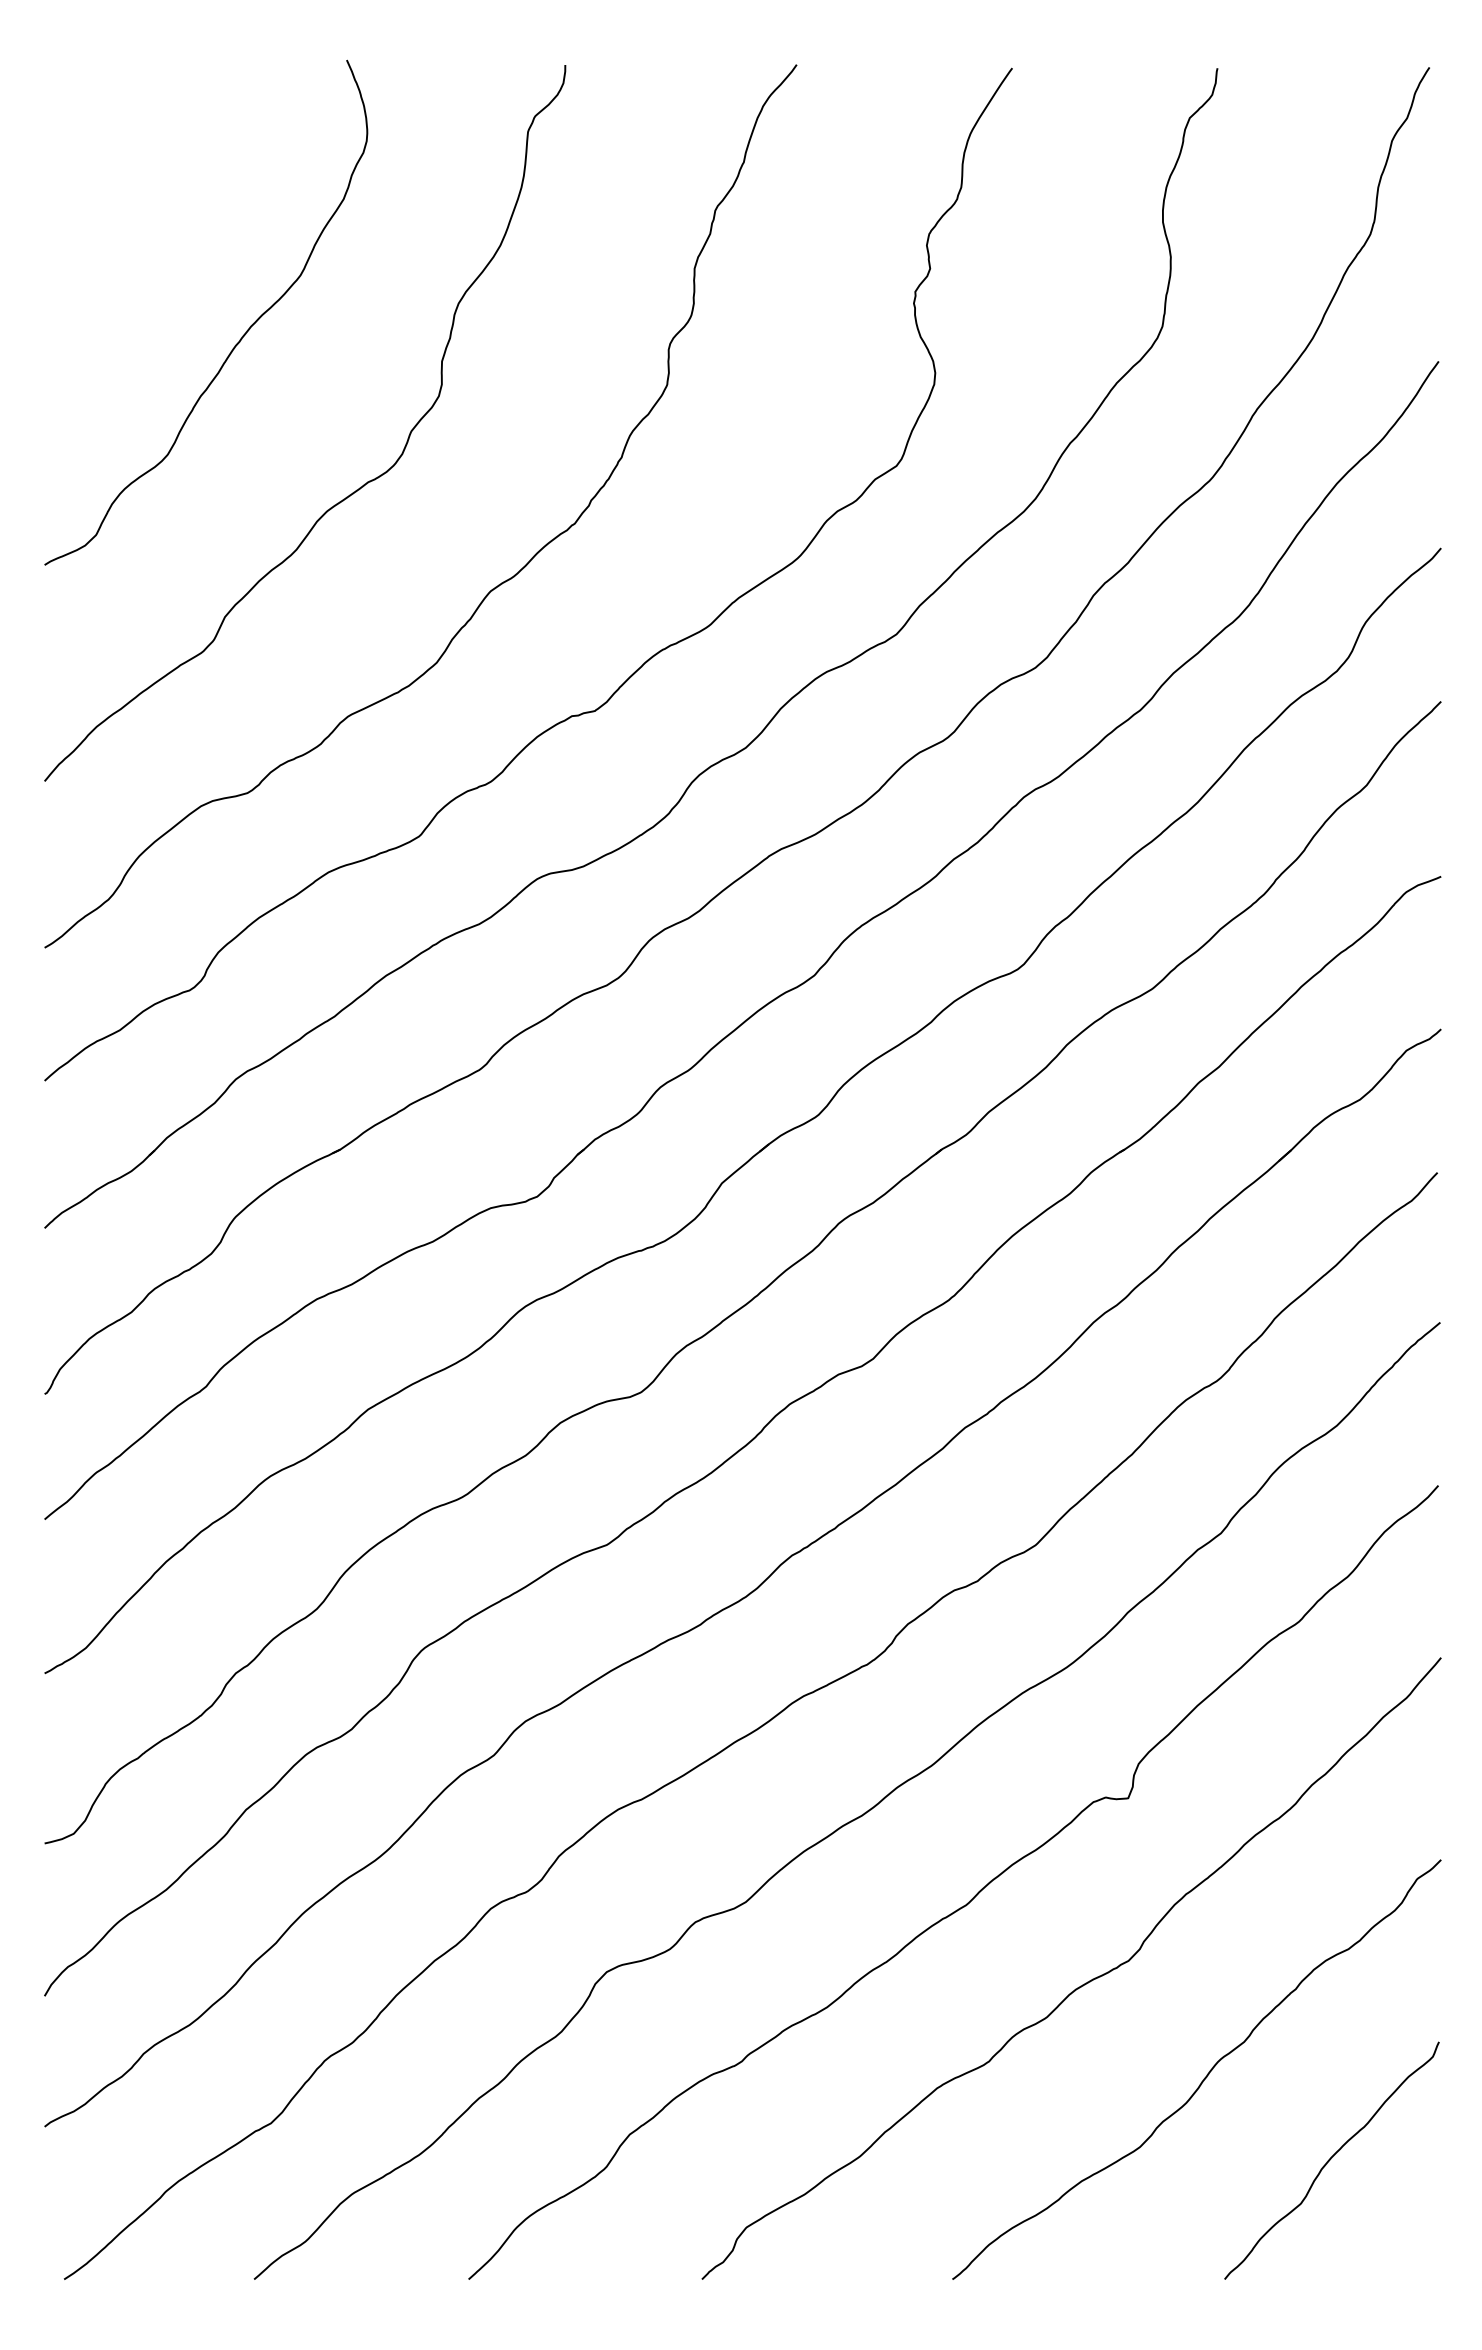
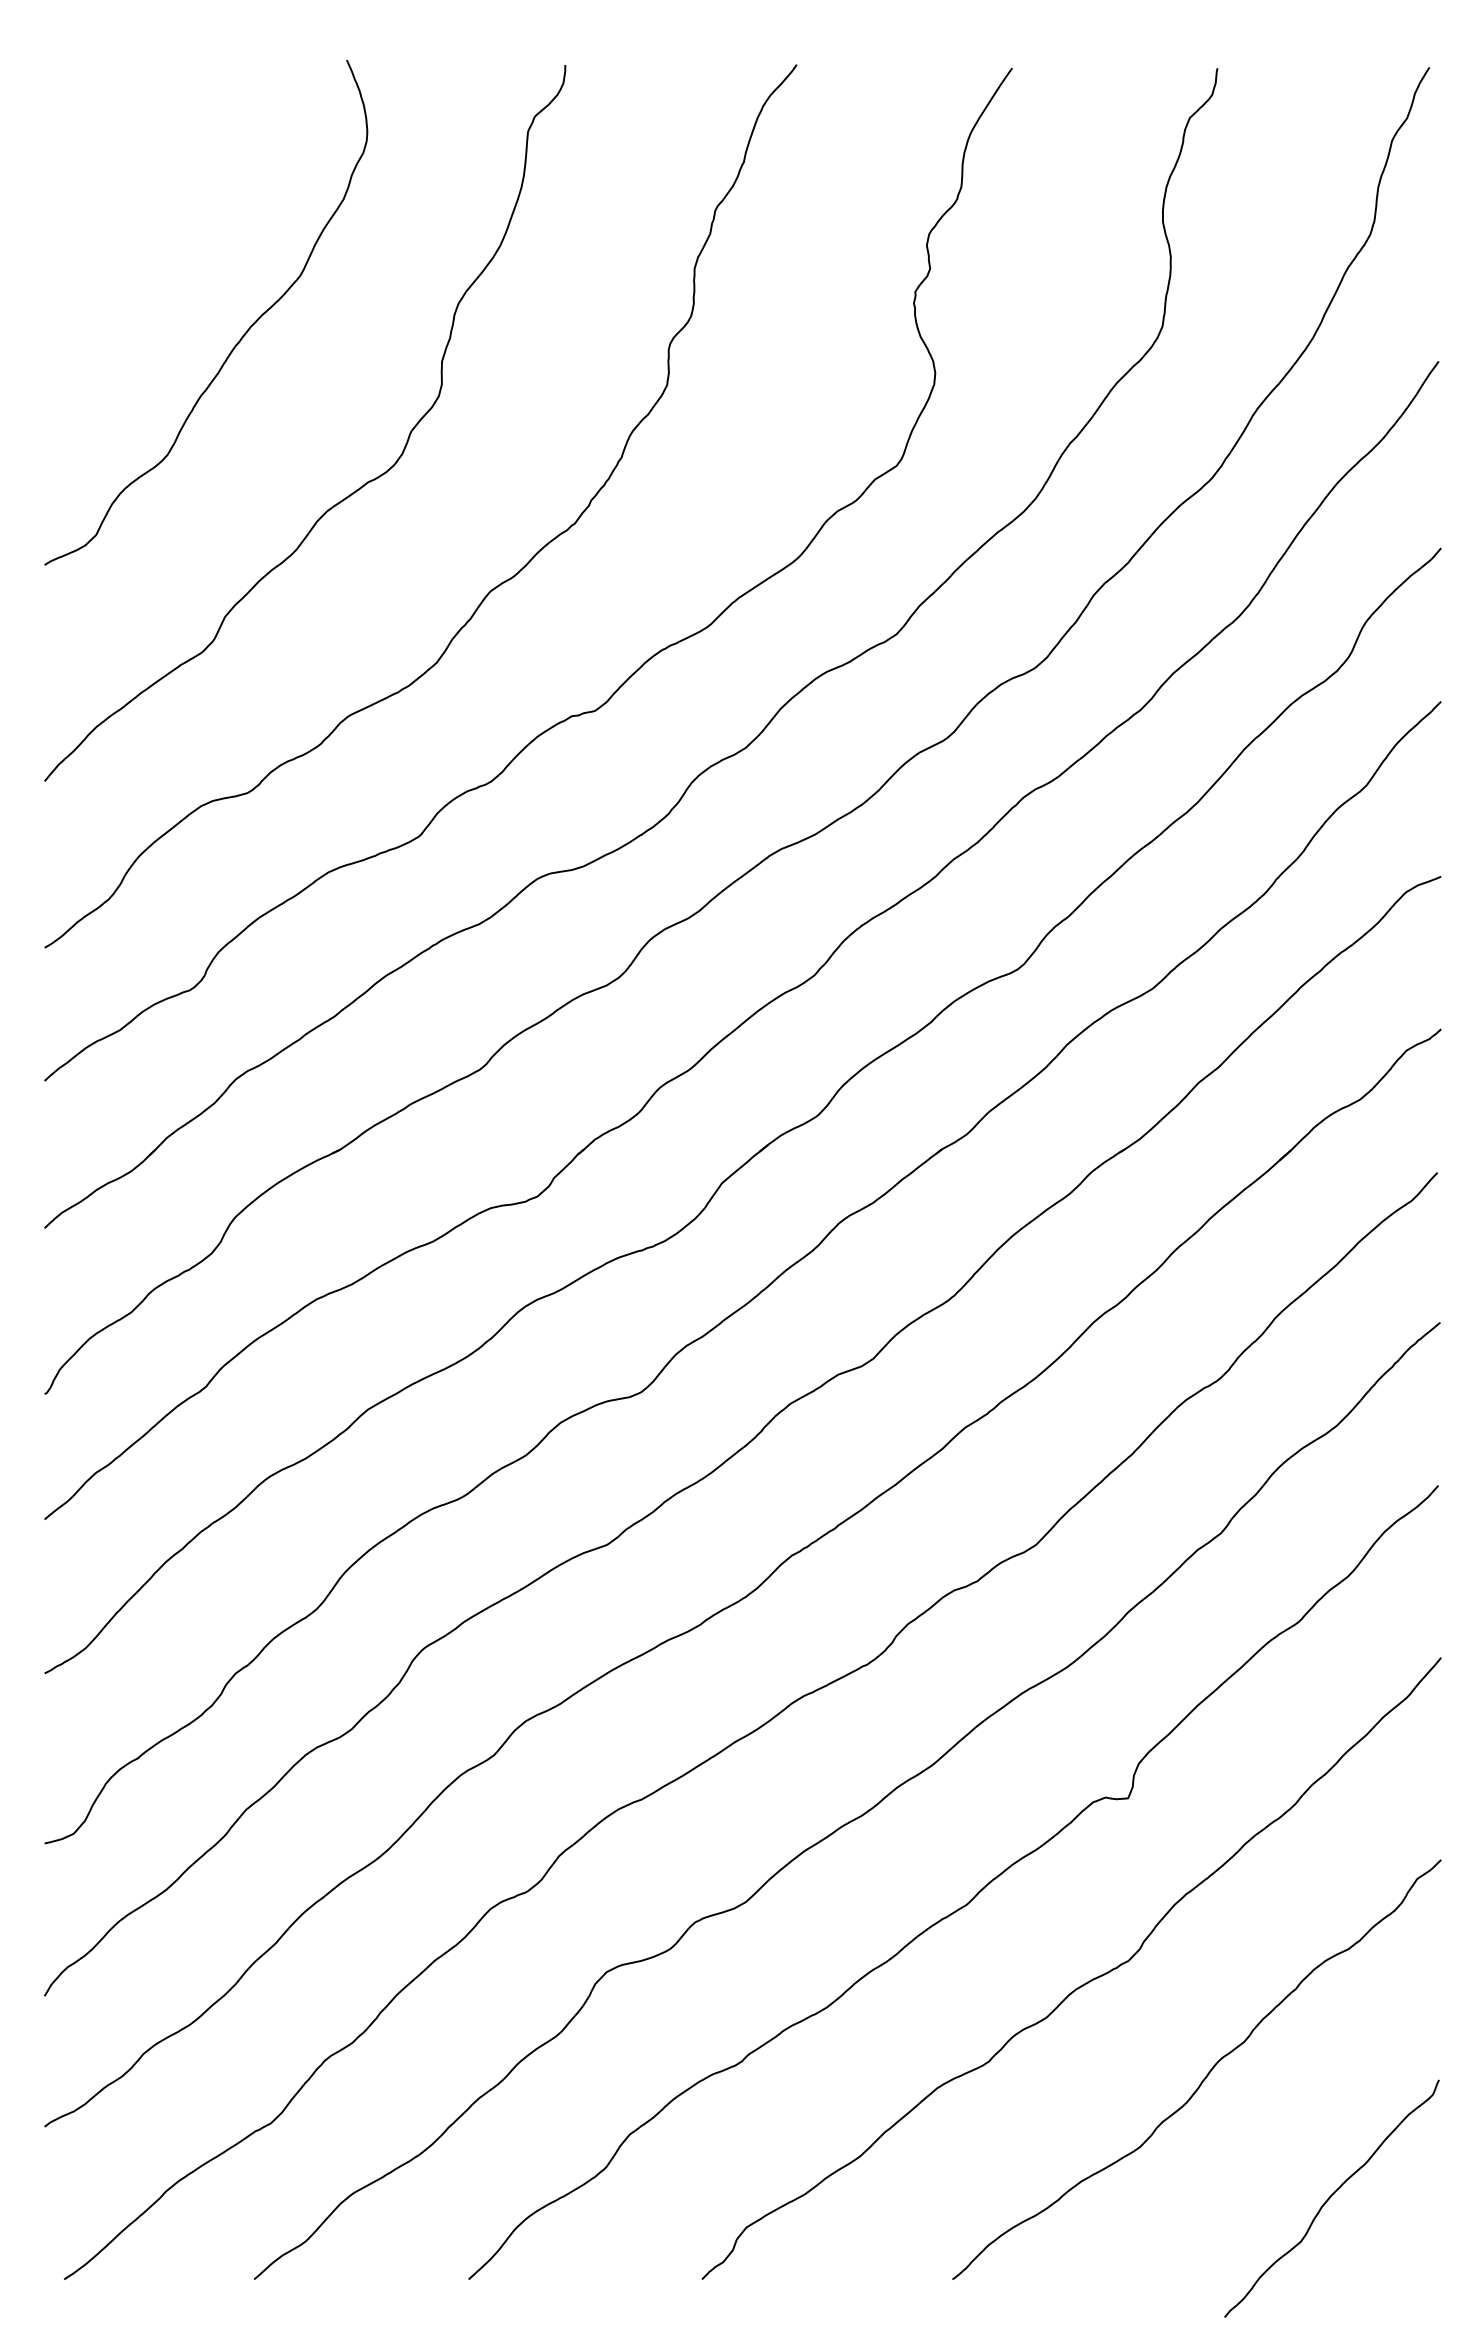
curve at (1331, 2159) position: (1331, 2159) -> (1331, 2197)
